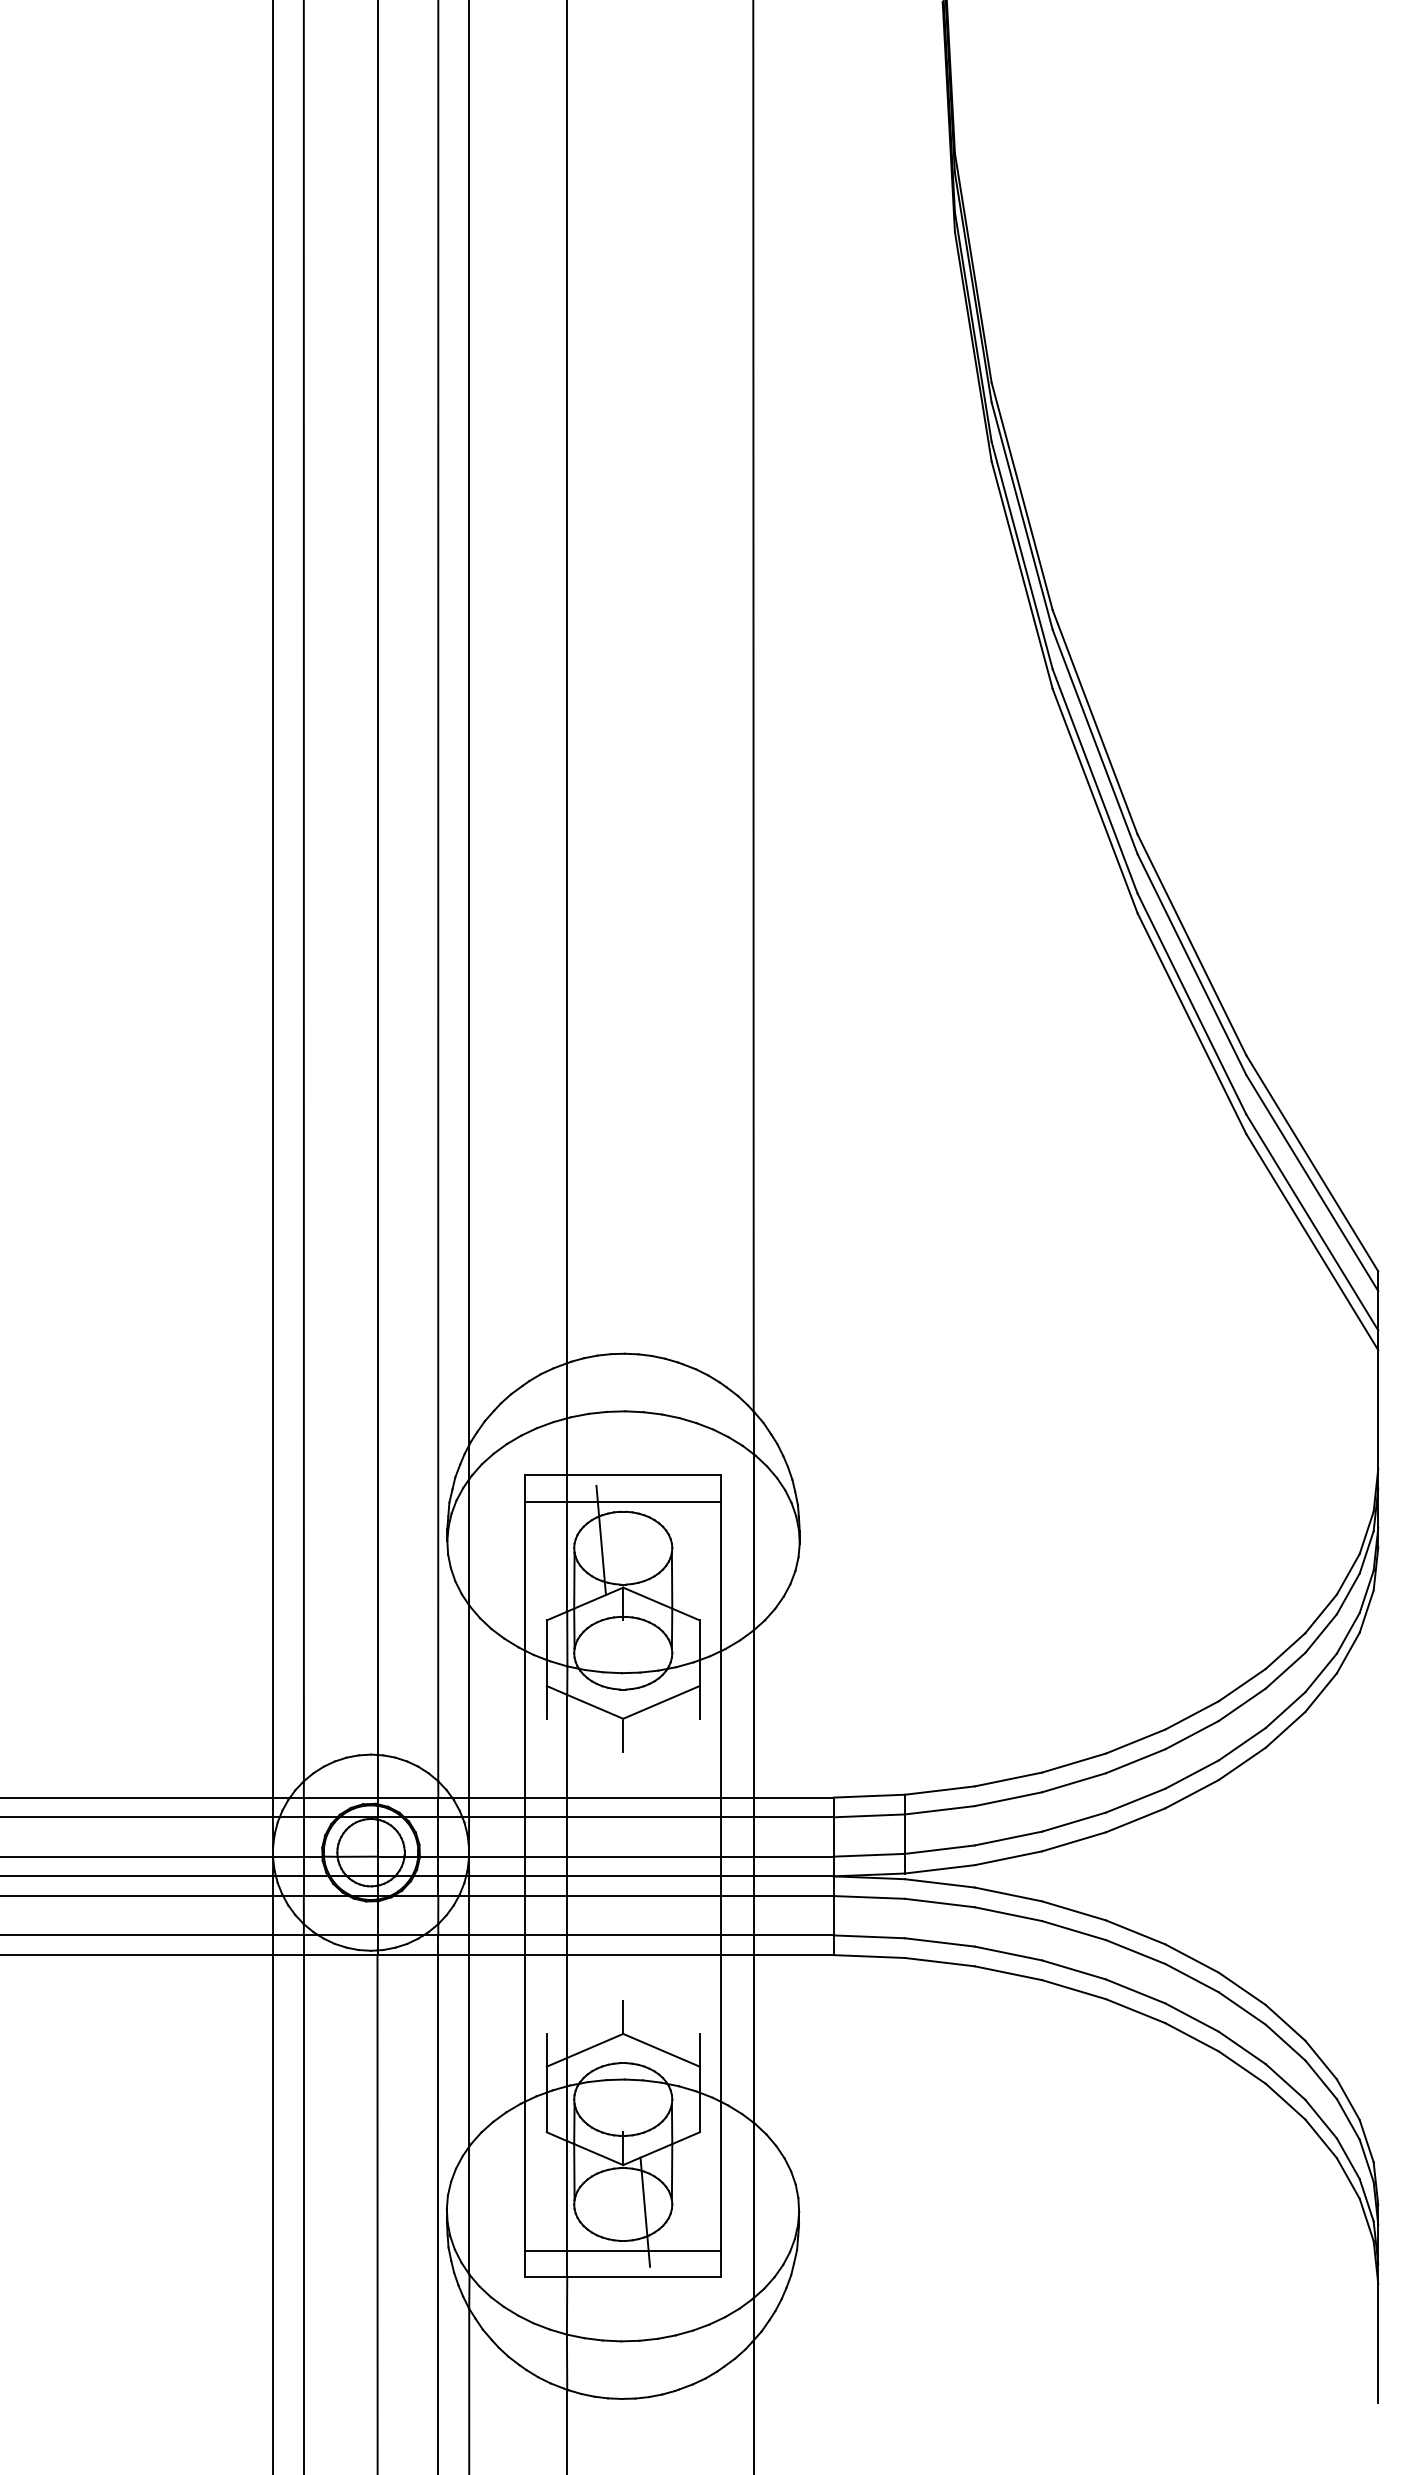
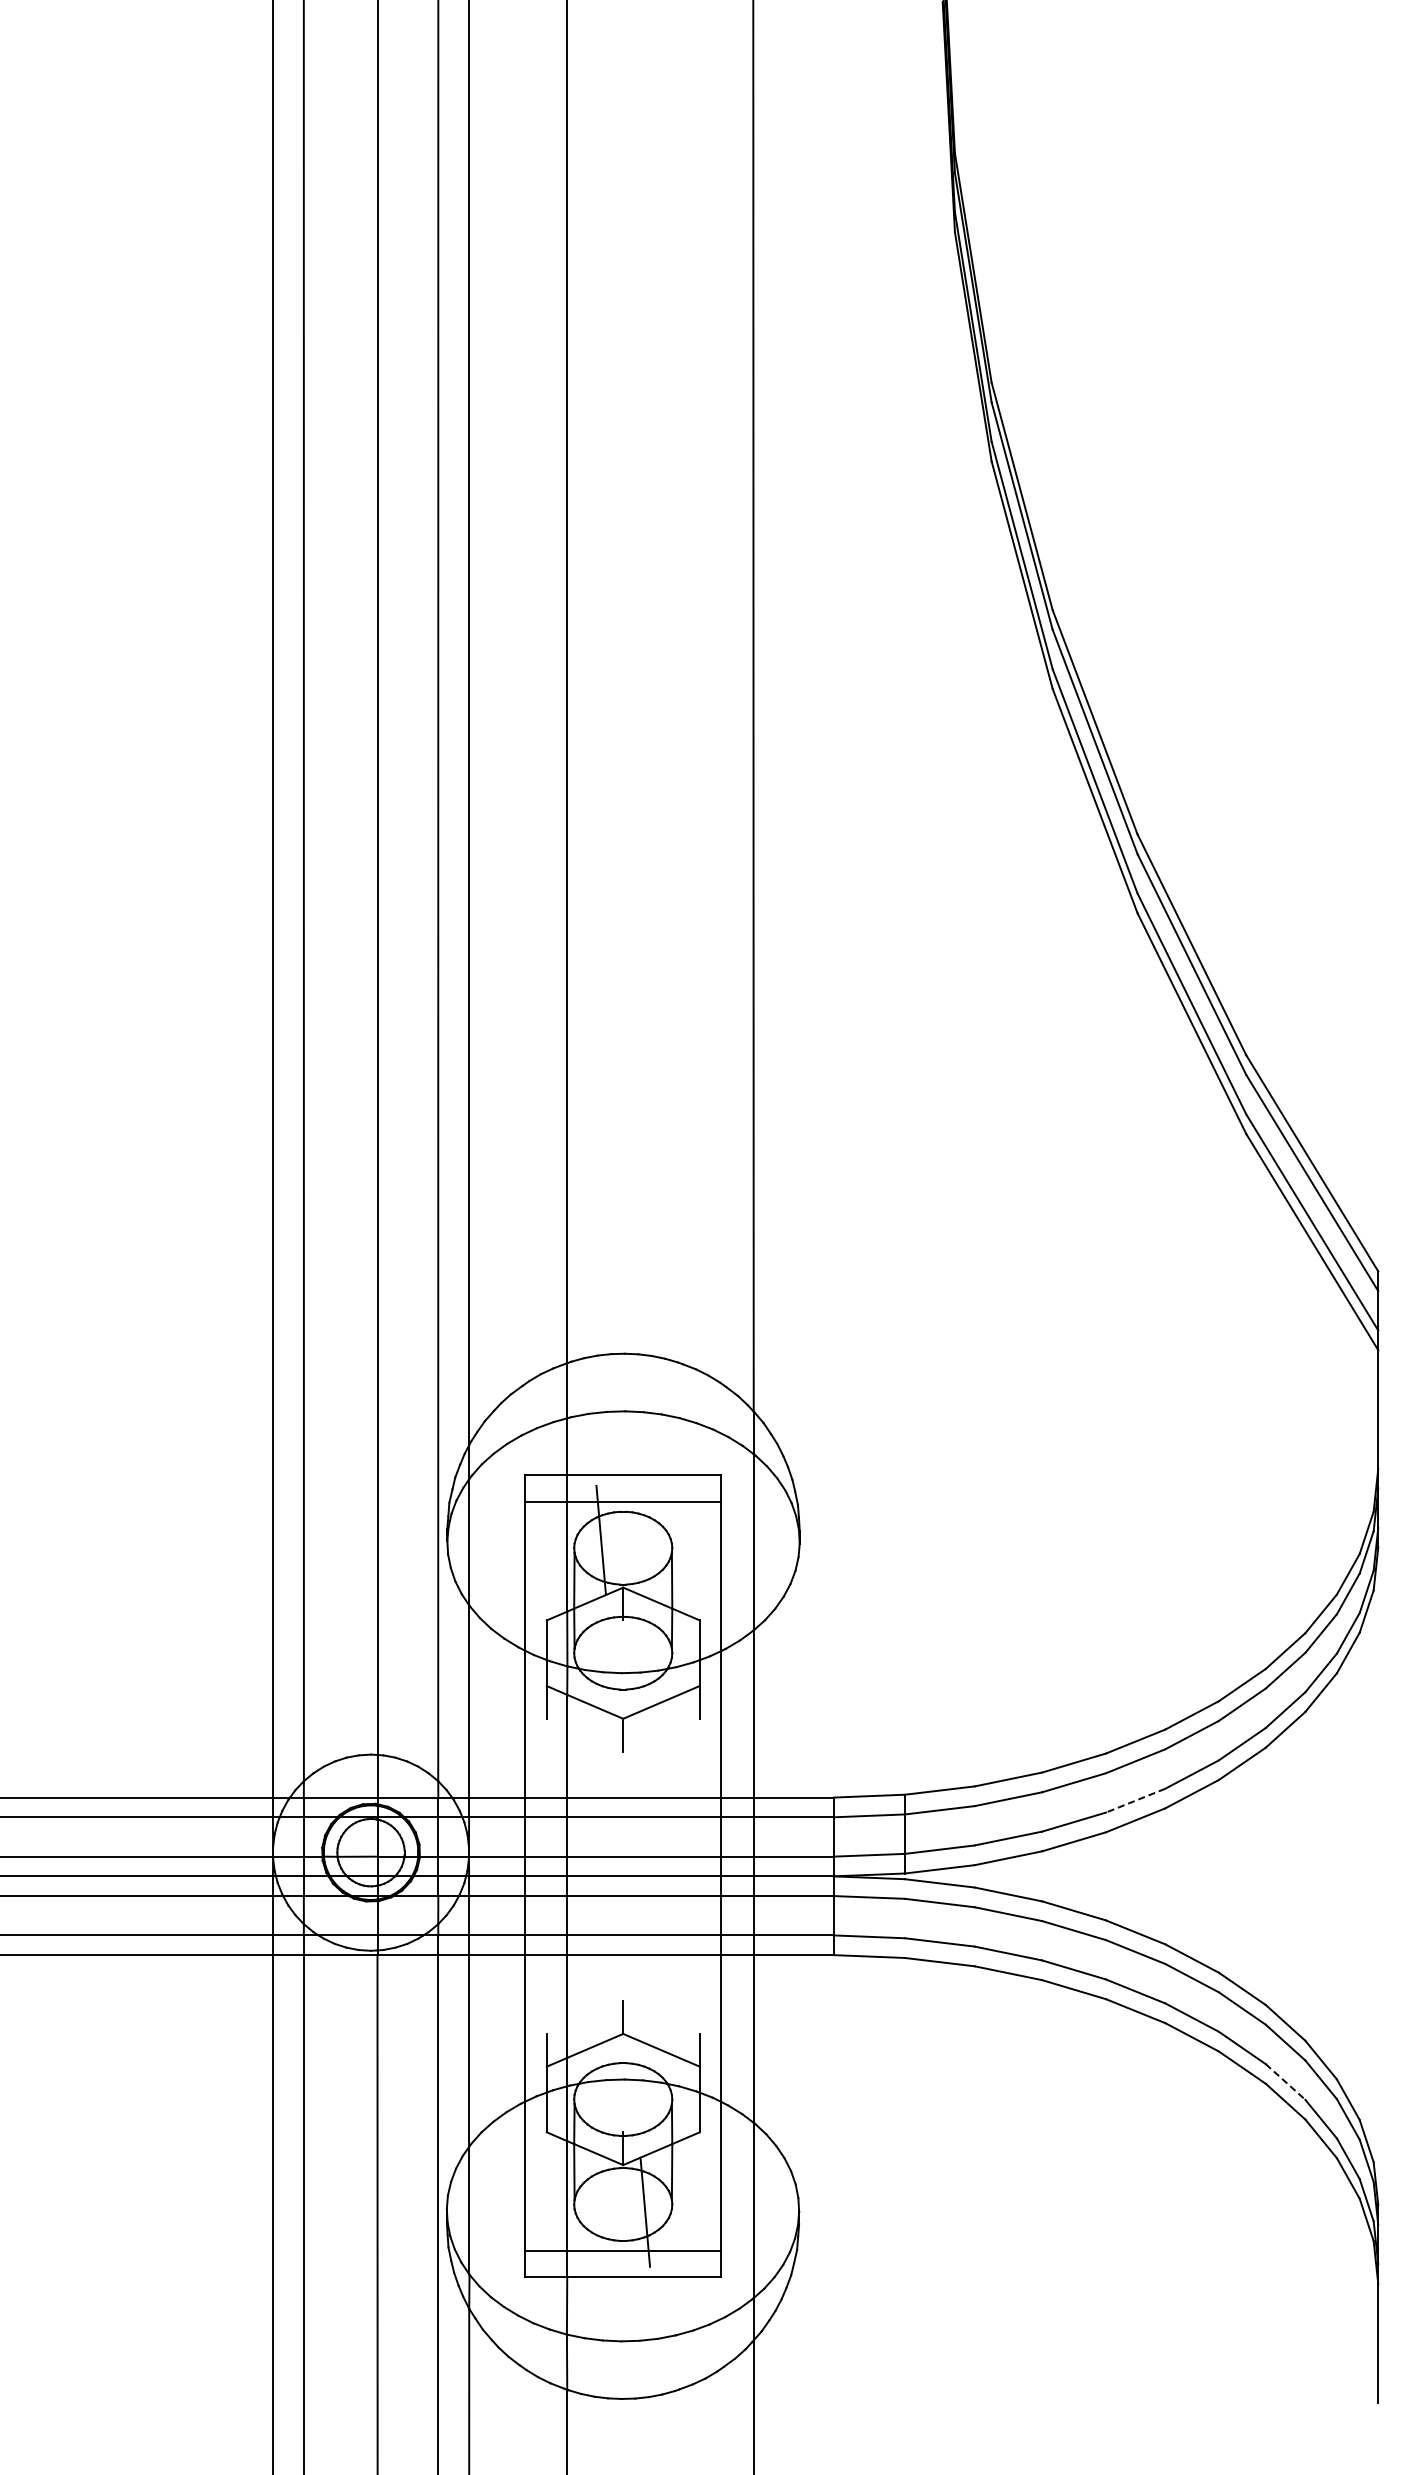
line at (1135, 1800): solid -> dashed
line at (1285, 2081): solid -> dashed
